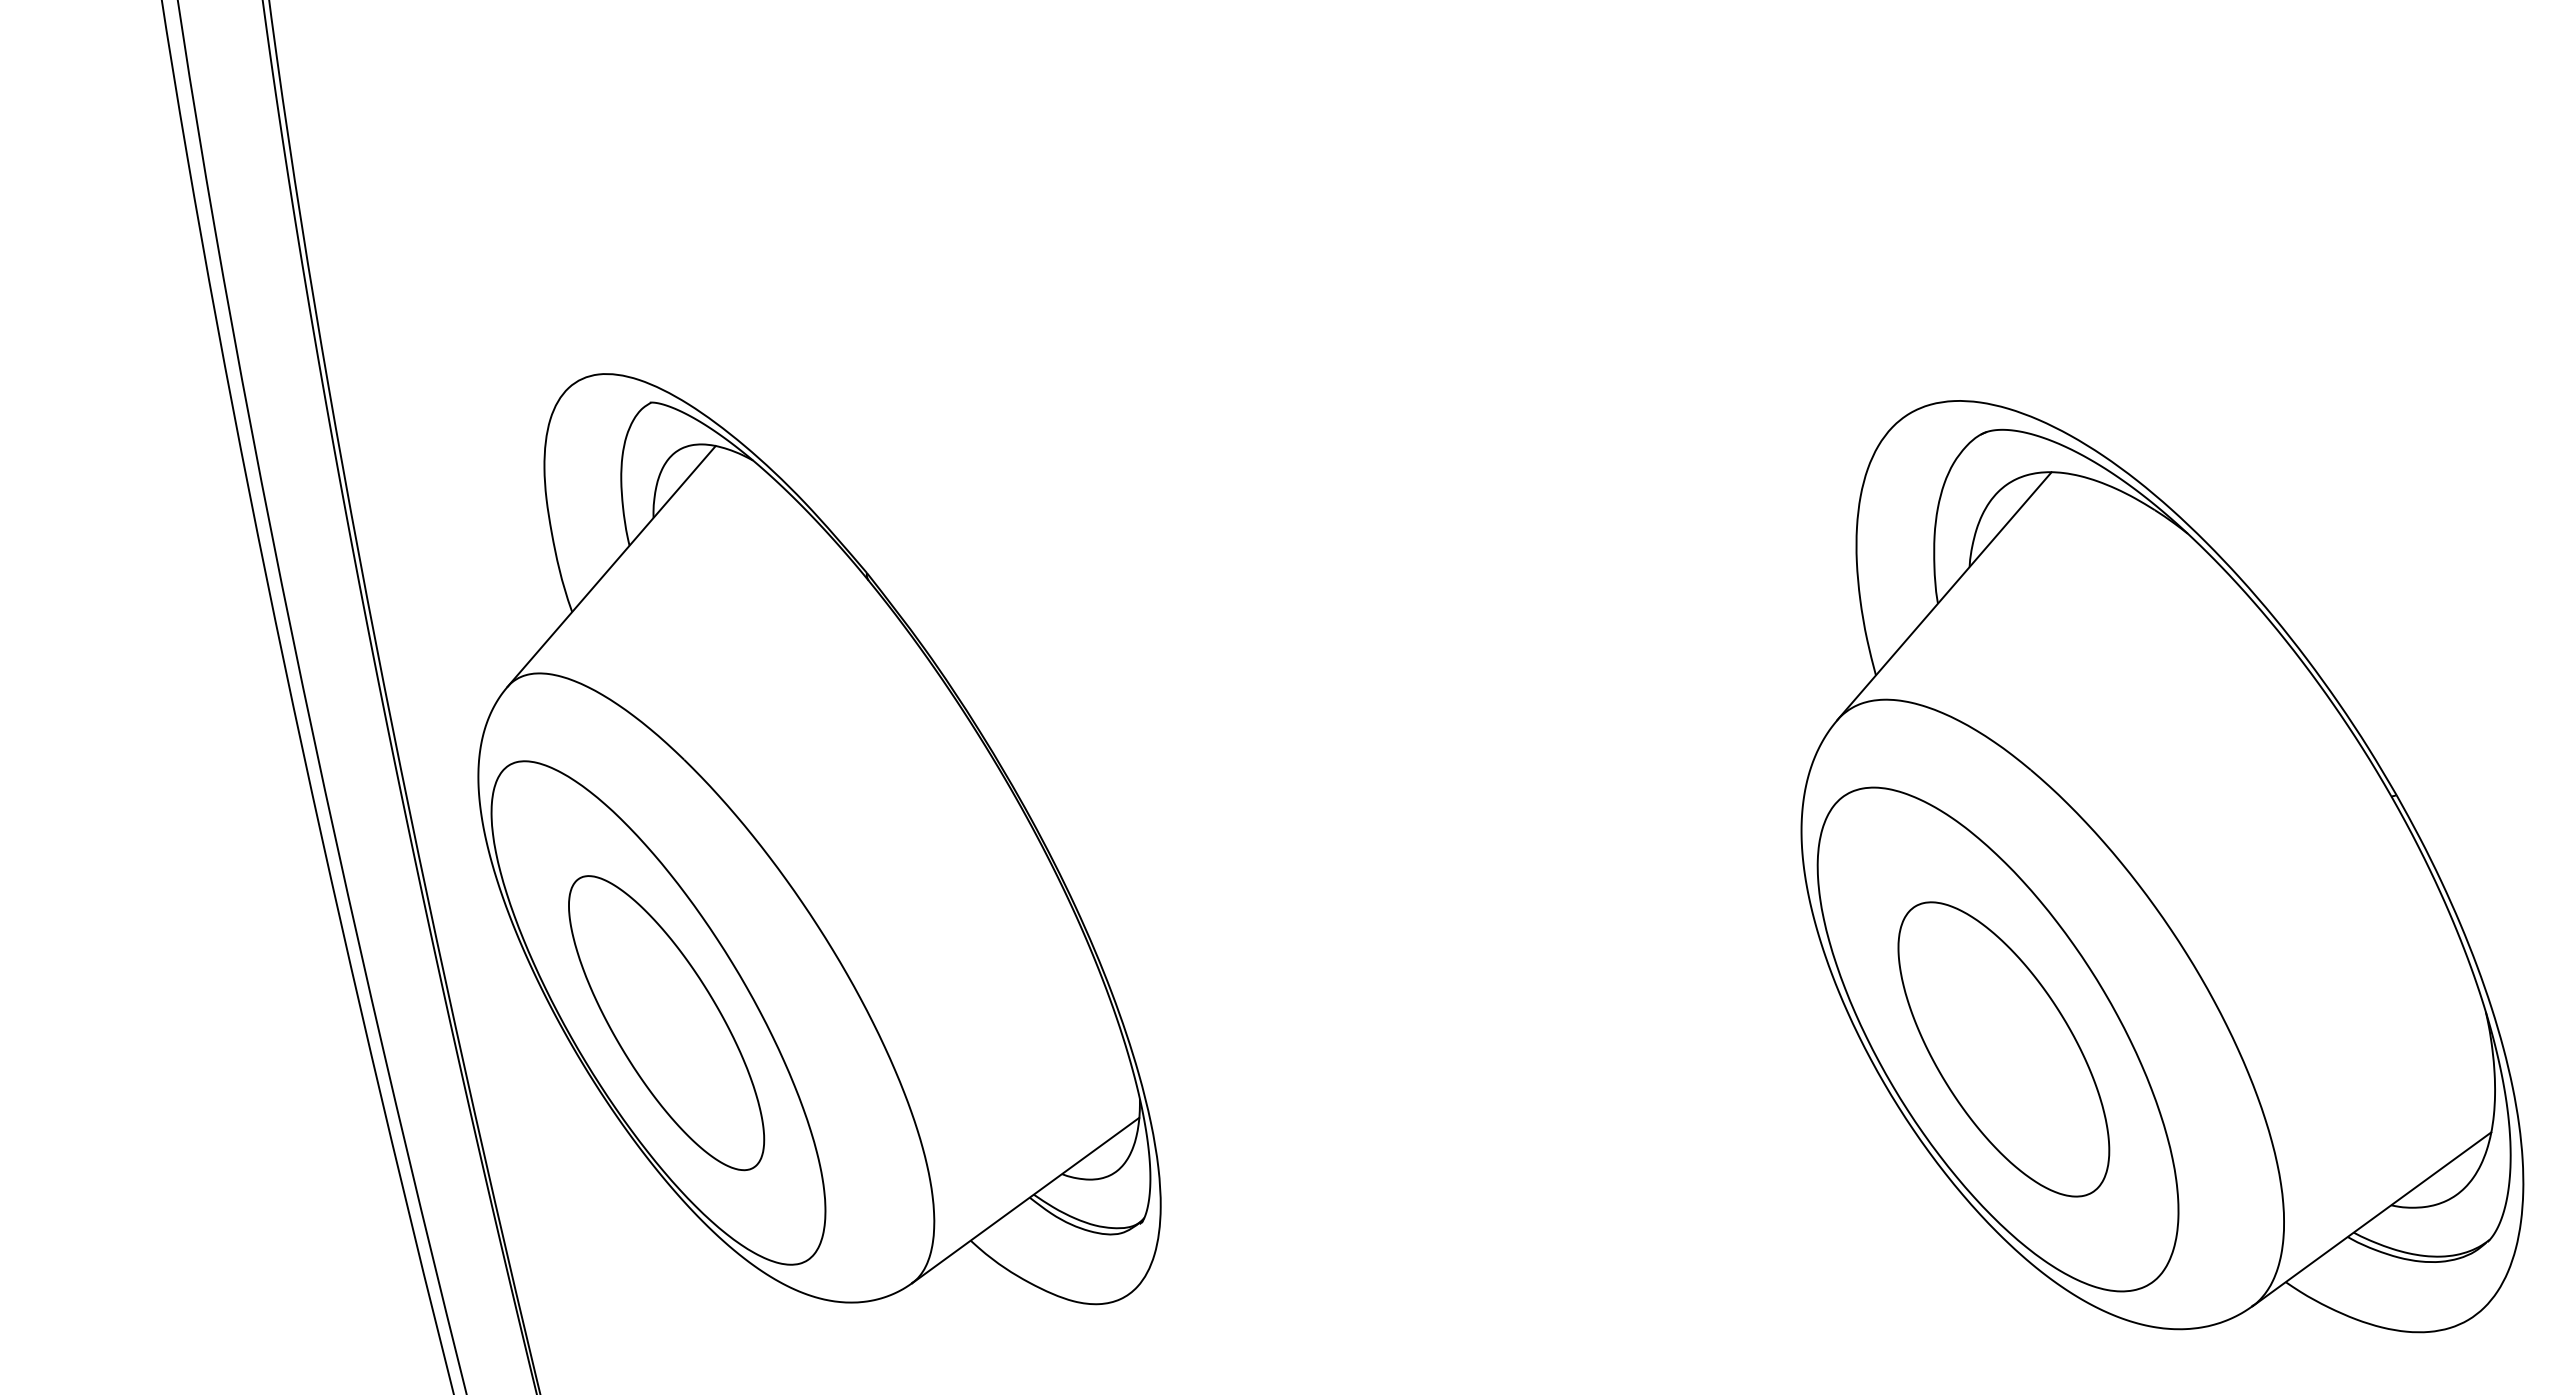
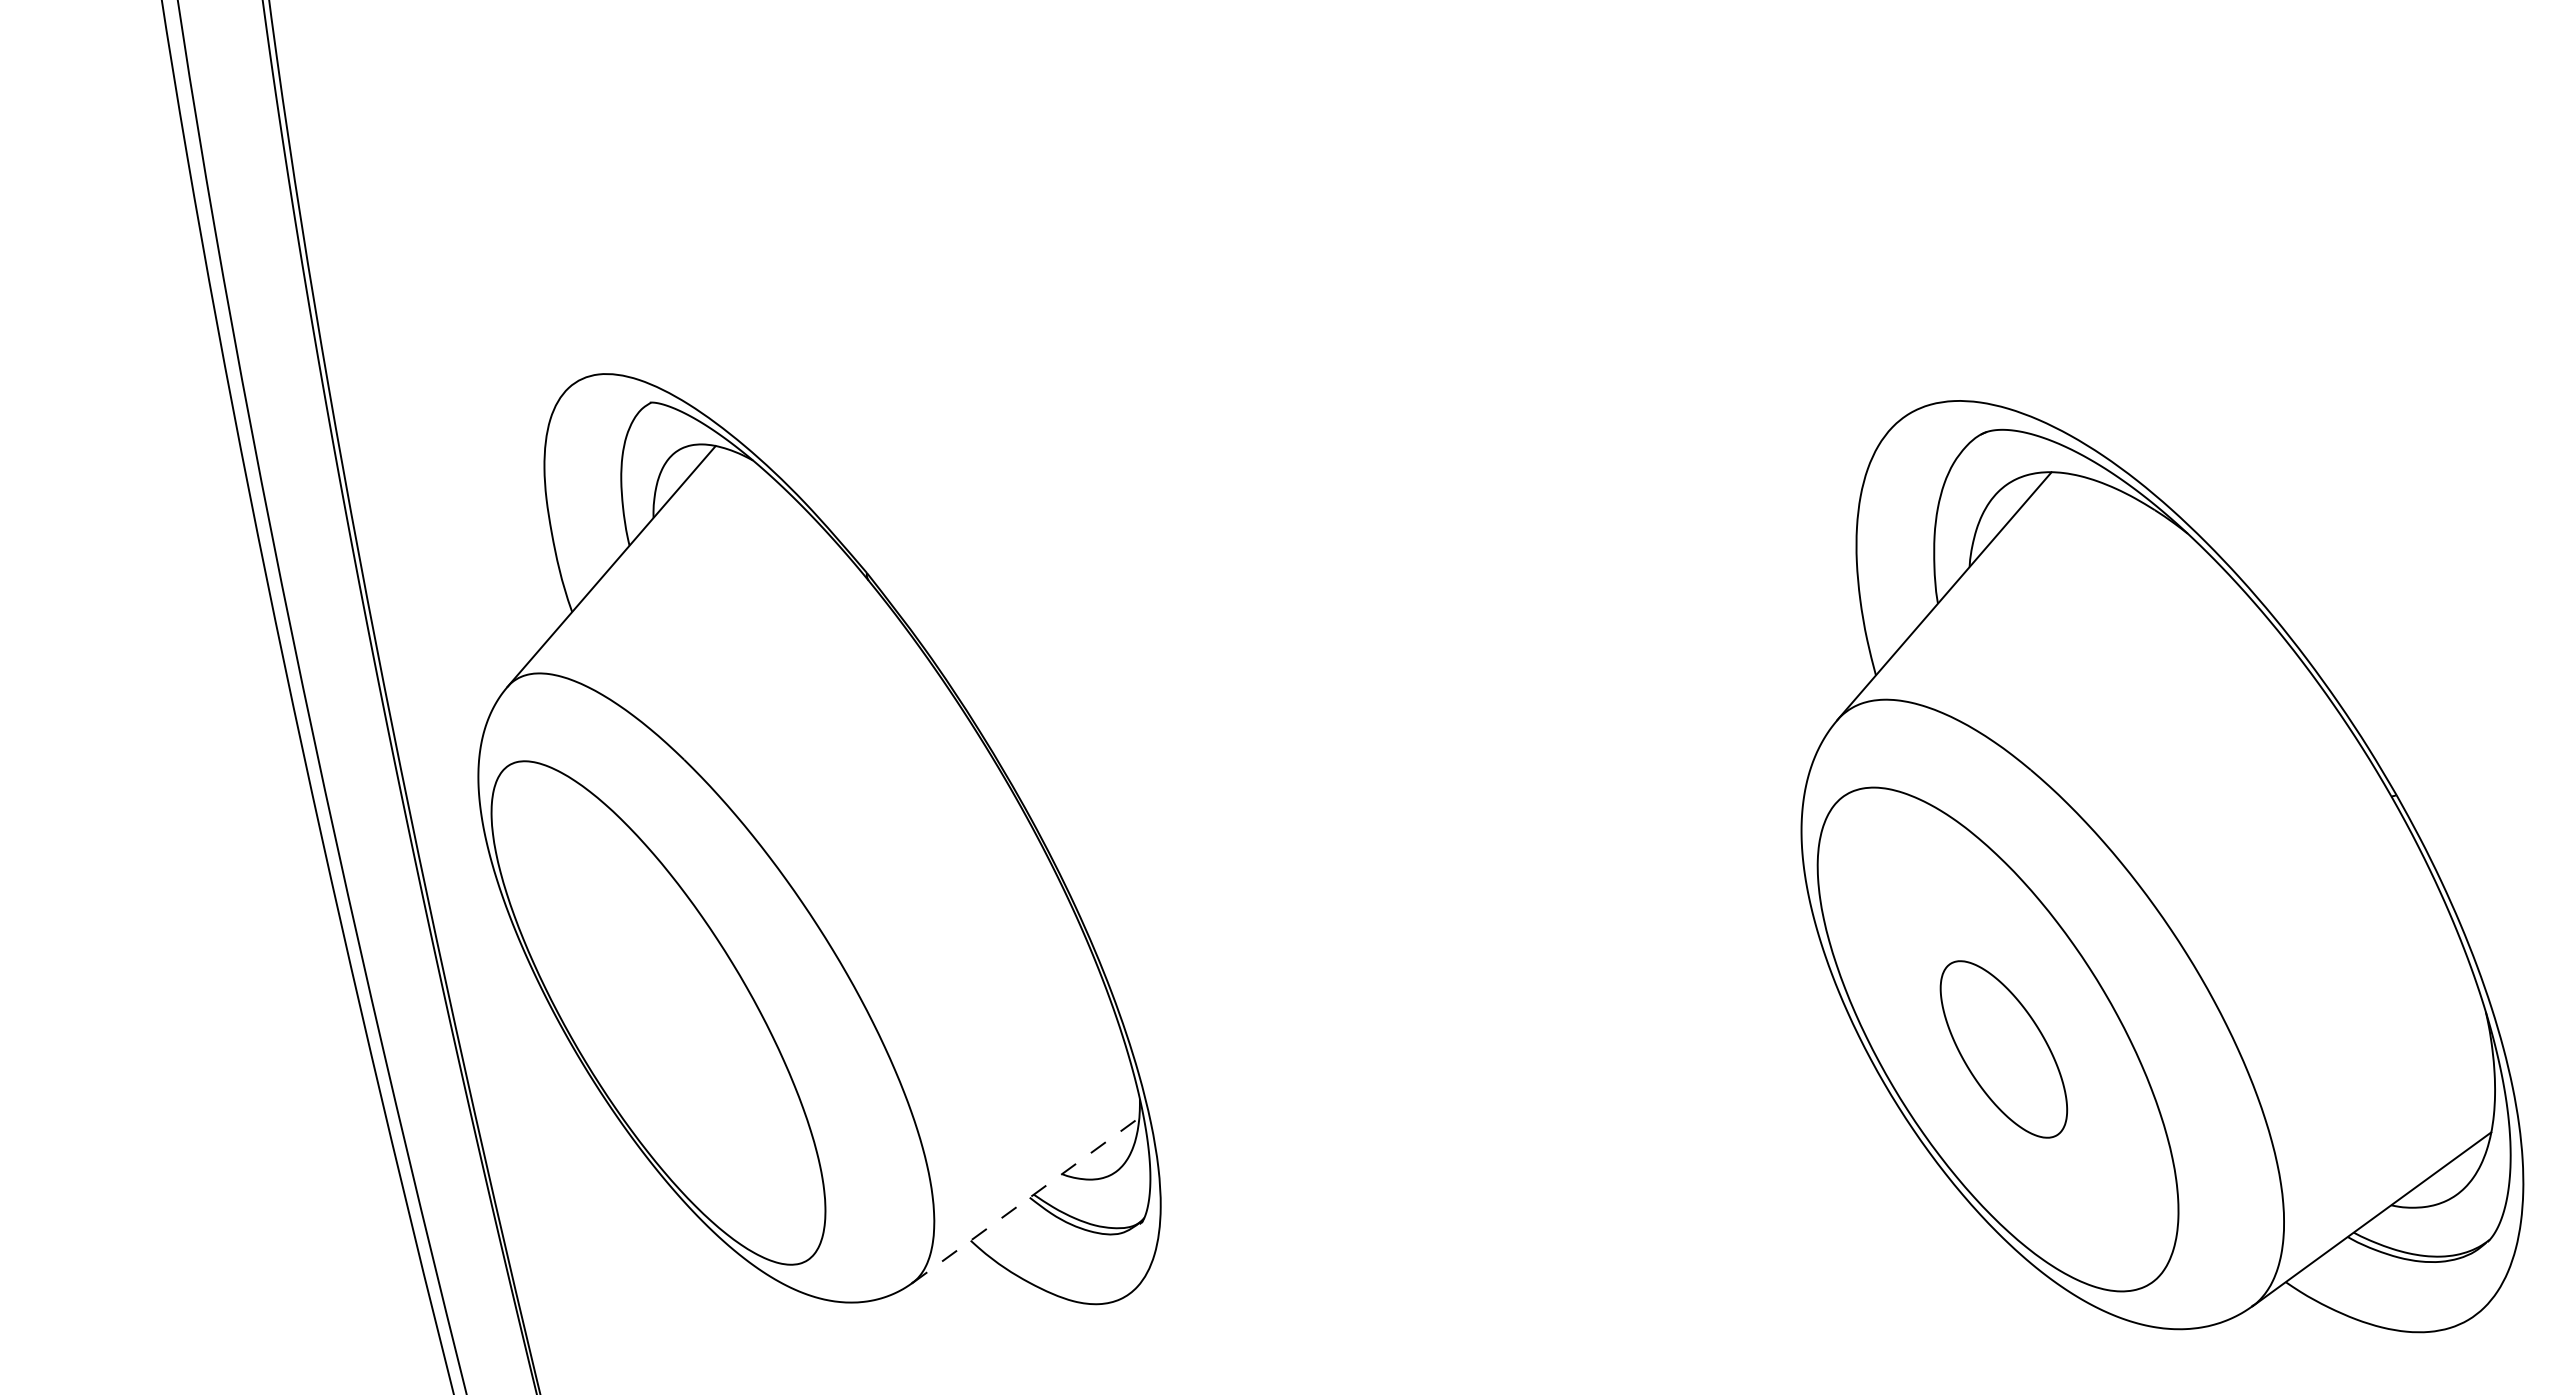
part at (666, 1023): present -> none
part at (2003, 1049) size: 214x297 px -> 130x179 px
line at (1026, 1200): solid -> dashed
